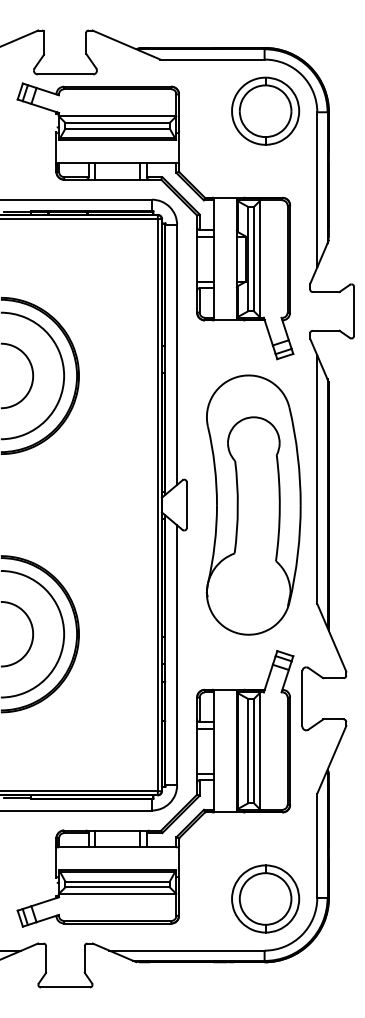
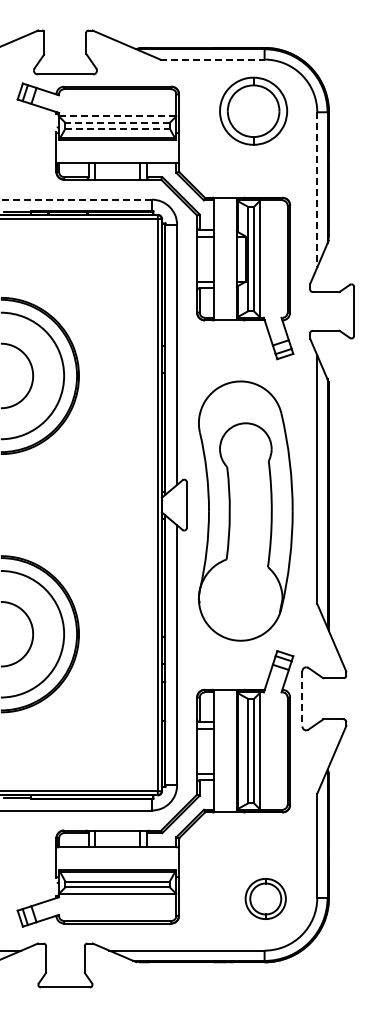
line at (212, 59): solid -> dashed
part at (265, 110) position: (265, 110) -> (253, 110)
line at (117, 116): solid -> dashed
line at (117, 122): solid -> dashed
line at (118, 128): solid -> dashed
line at (317, 189): solid -> dashed
line at (76, 199): solid -> dashed
part at (253, 504) position: (253, 504) -> (245, 510)
line at (302, 698): solid -> dashed
part at (265, 898) size: 70x70 px -> 43x42 px
